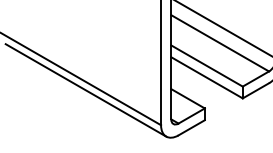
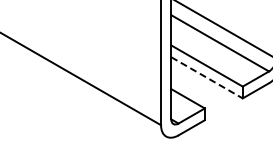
line at (207, 78): solid -> dashed
line at (85, 90): present -> none
